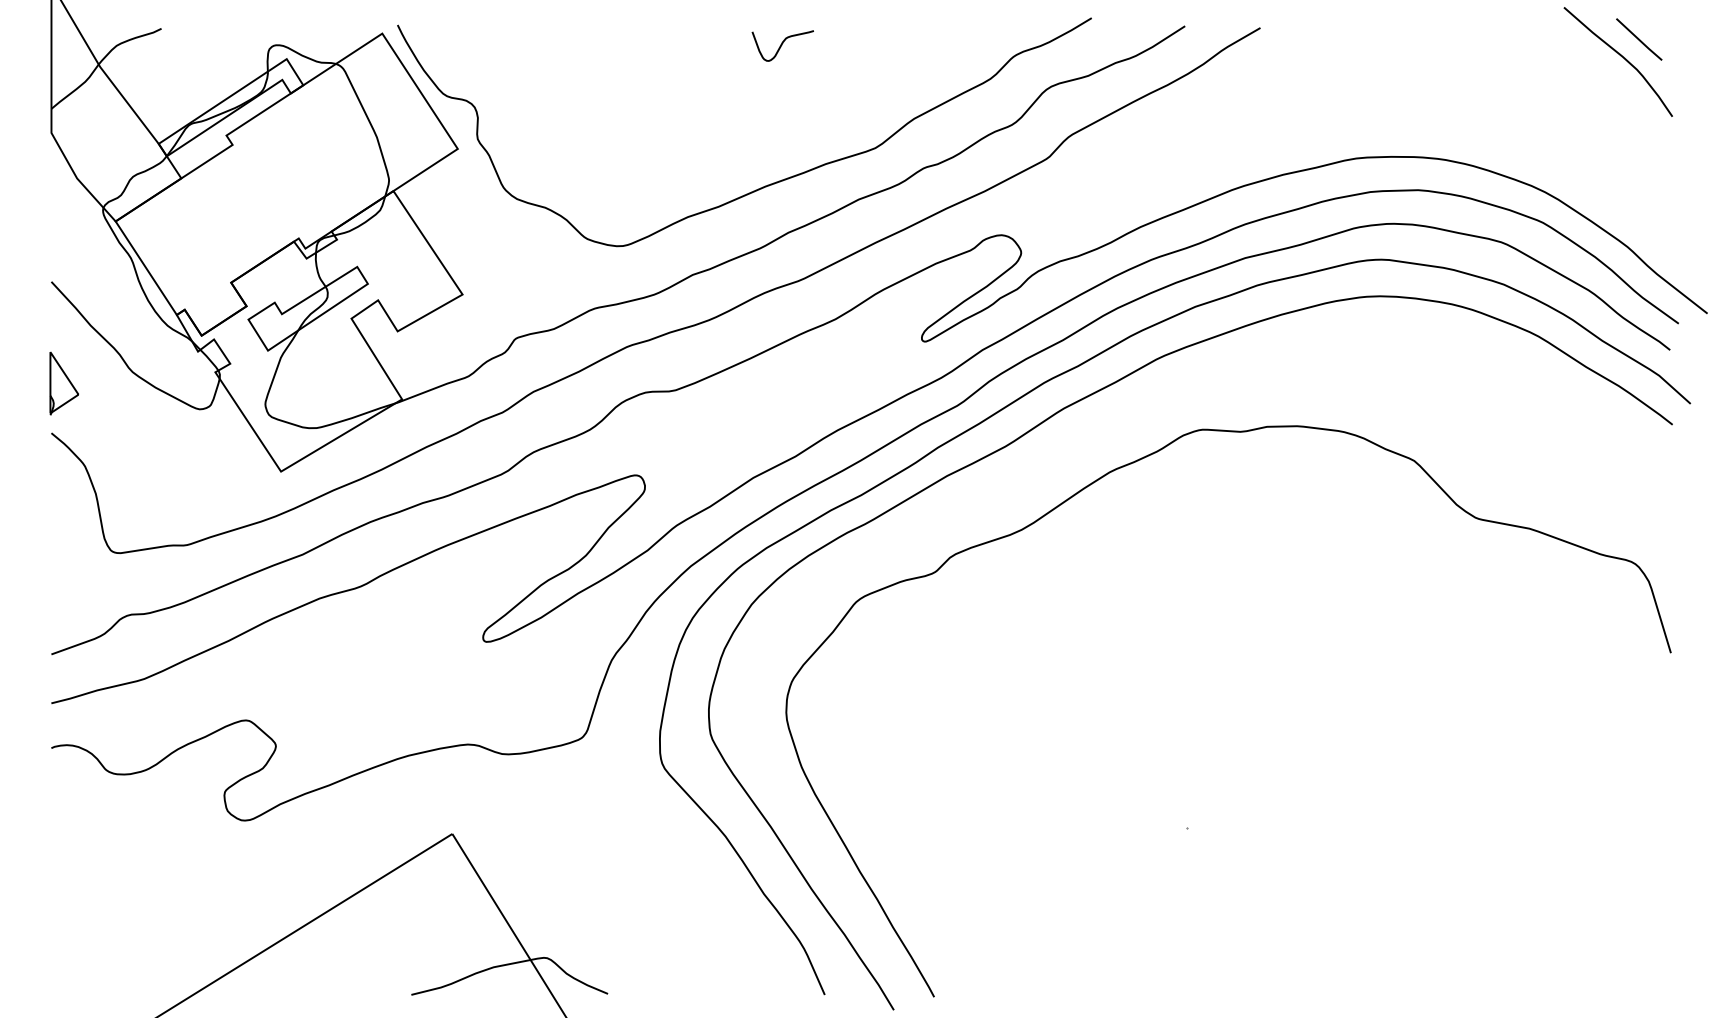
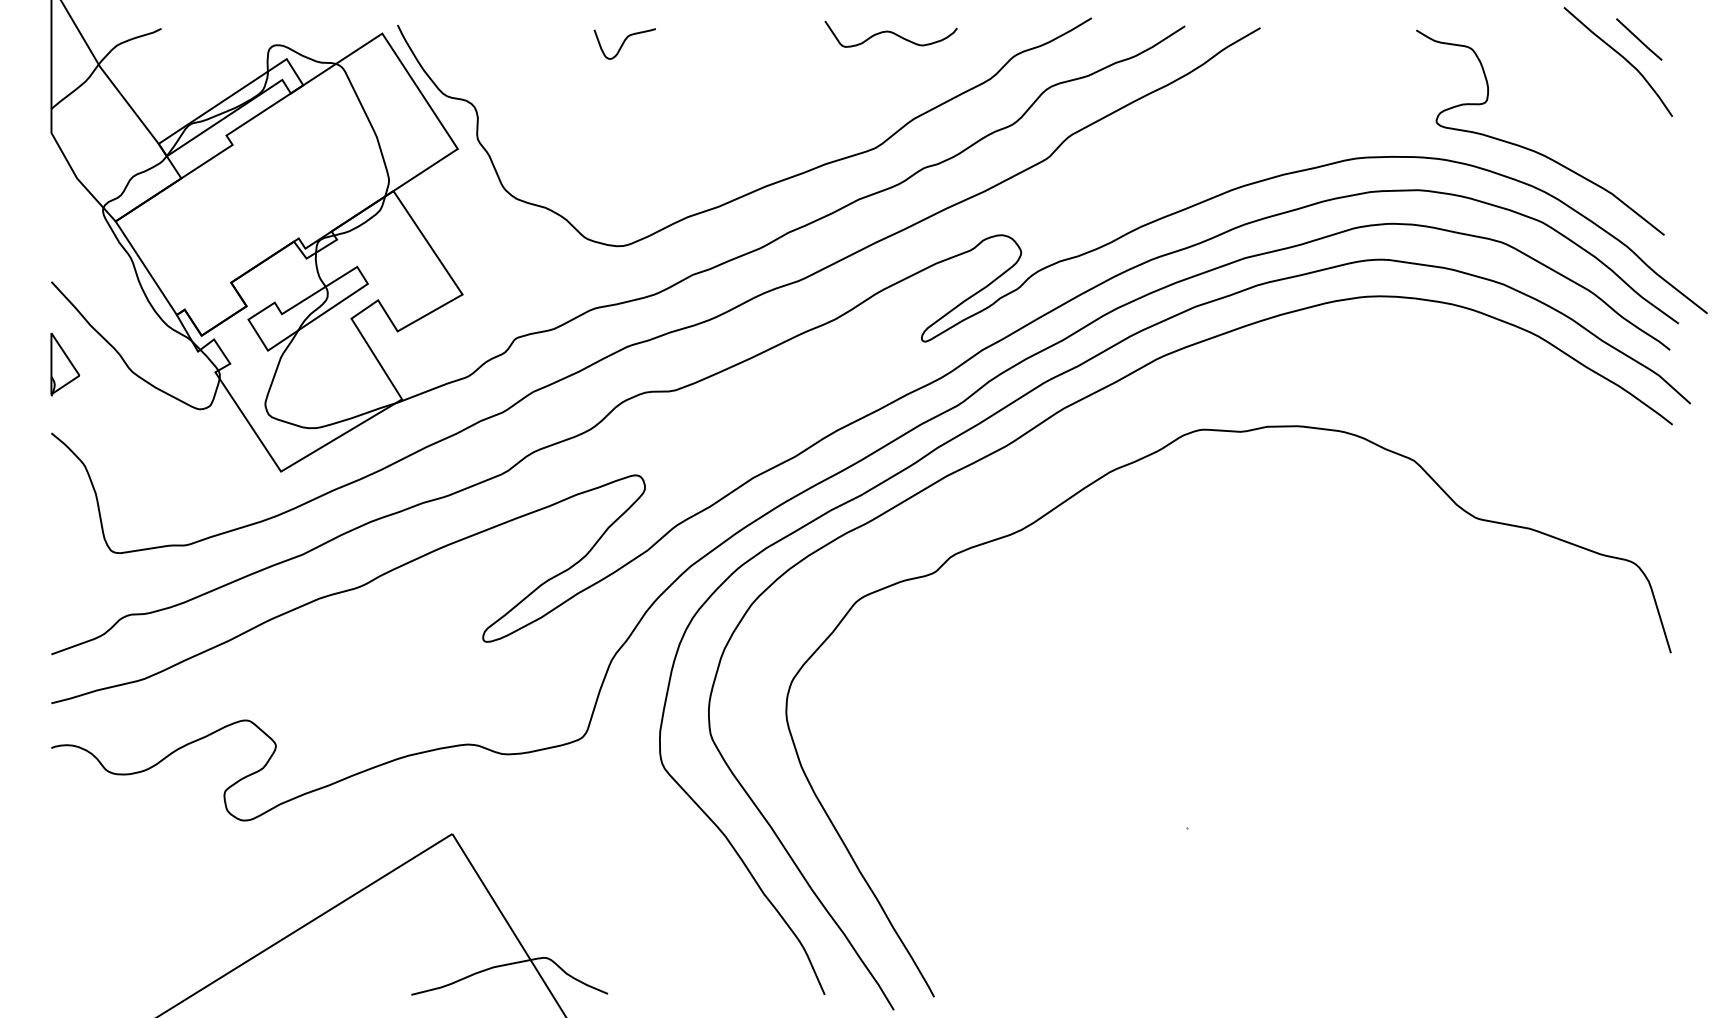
curve at (890, 32): none -> present
curve at (782, 45) position: (782, 45) -> (624, 43)
curve at (1535, 150): none -> present
part at (63, 383) position: (63, 383) -> (64, 364)
